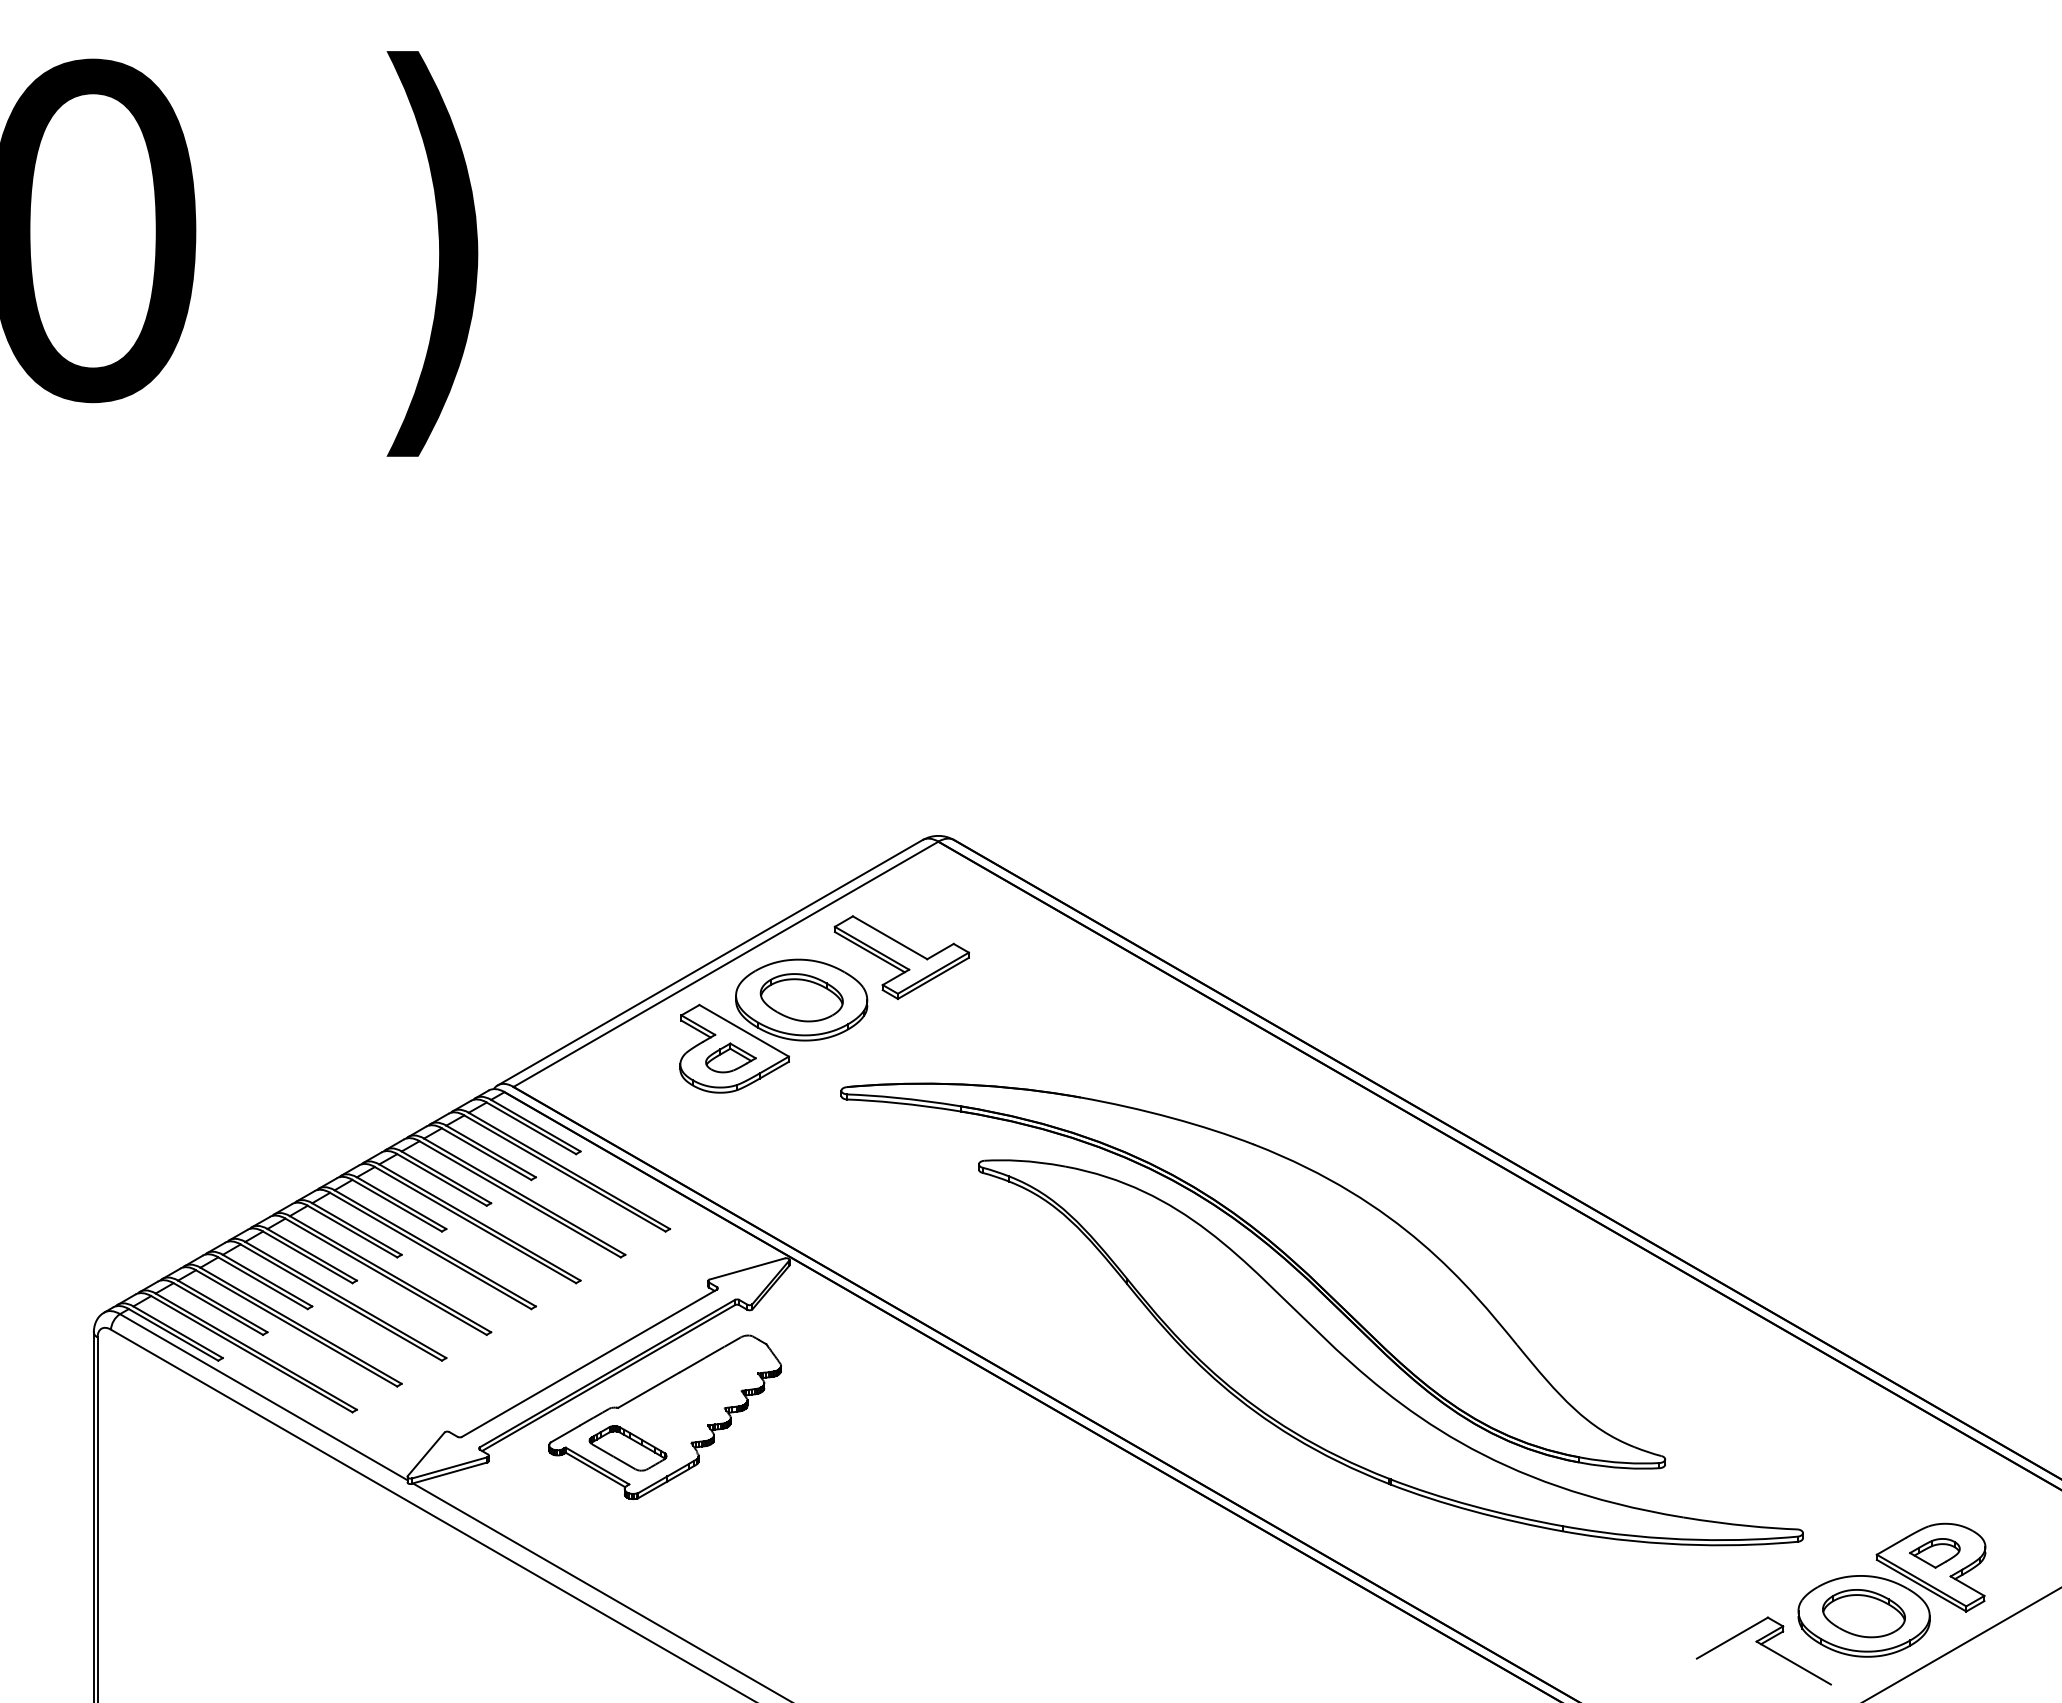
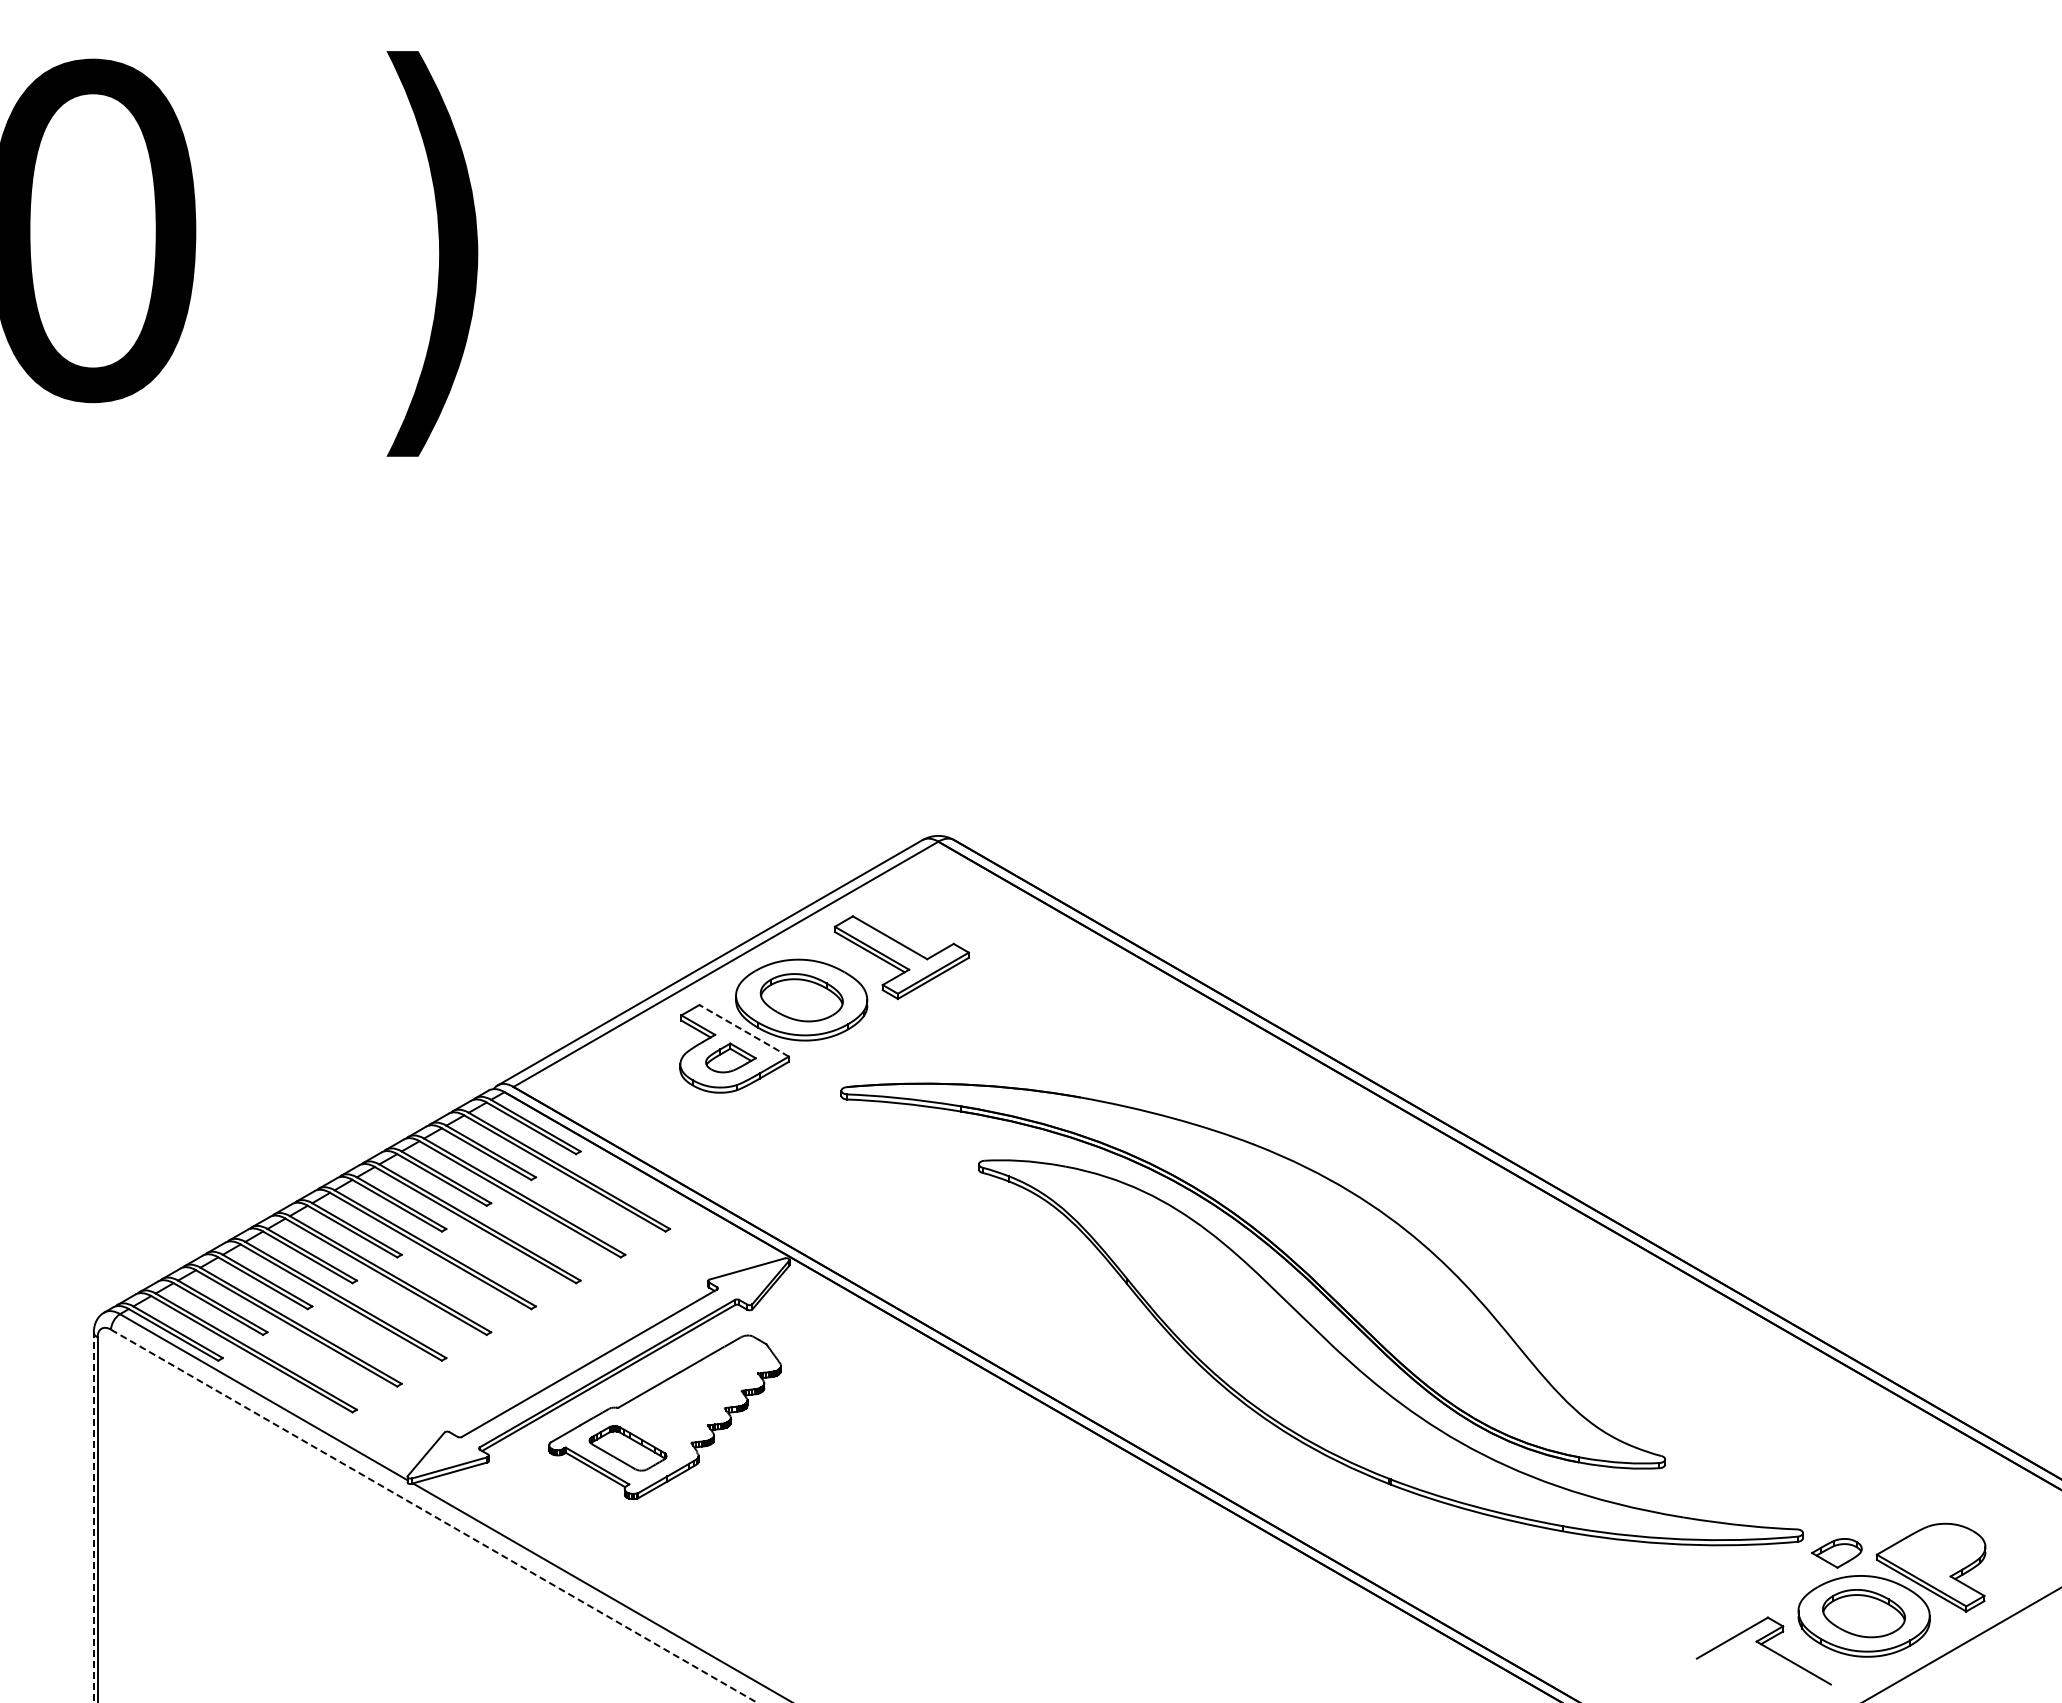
line at (744, 1030): solid -> dashed
line at (433, 1516): solid -> dashed
line at (93, 1517): solid -> dashed
part at (1934, 1553) position: (1934, 1553) -> (1836, 1553)
